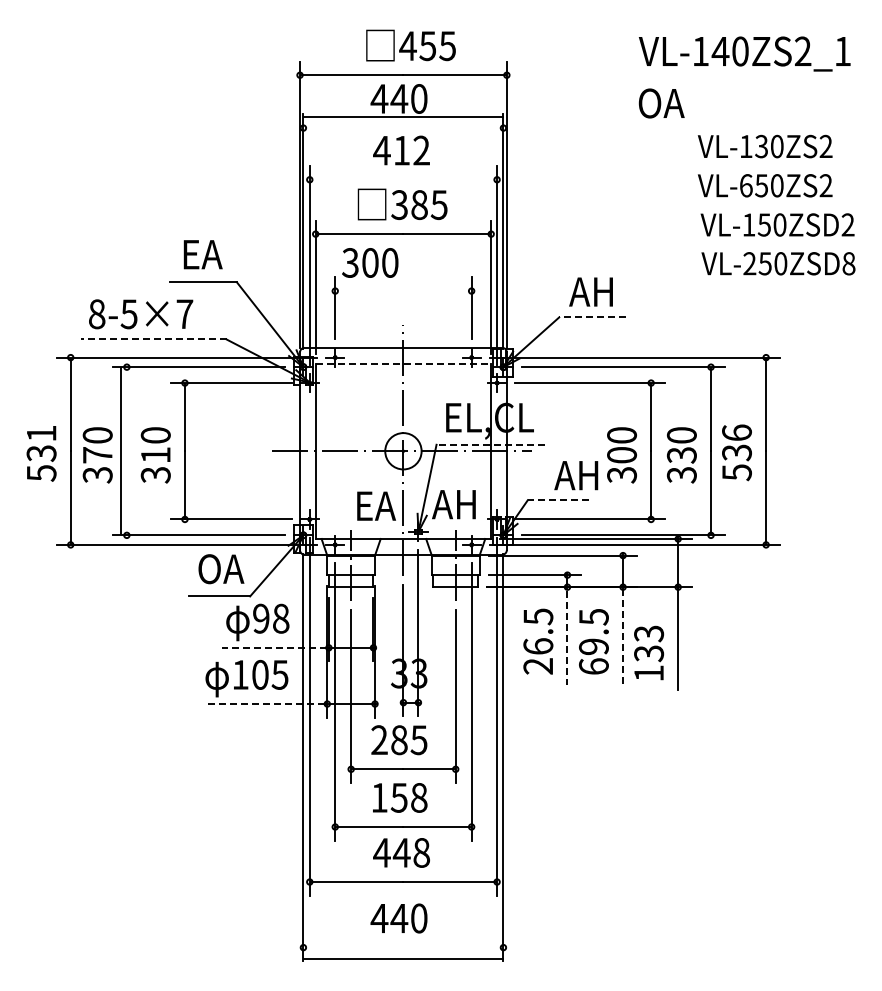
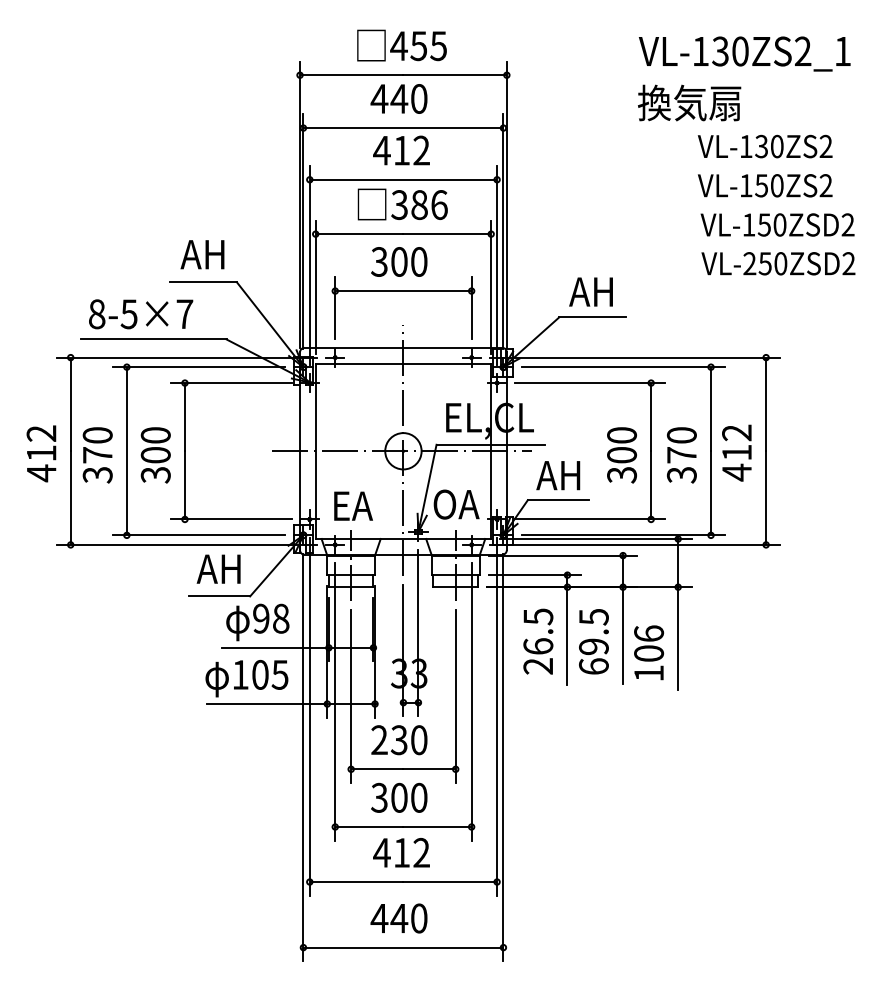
text at (410, 45) position: (410, 45) -> (401, 45)
text at (720, 51): VL-140ZS2_1 -> VL-130ZS2_1
text at (689, 102): OA -> 換気扇
line at (403, 117) position: (403, 117) -> (403, 128)
line at (403, 179): none -> present
text at (746, 185): VL-650ZS2 -> VL-150ZS2
text at (438, 205): 385 -> 386
text at (202, 254): EA -> AH
text at (370, 262) position: (370, 262) -> (399, 261)
text at (848, 263): VL-250ZSD8 -> VL-250ZSD2
line at (403, 291): none -> present
line at (591, 317): dashed -> solid
line at (153, 339): dashed -> solid
line at (403, 363): dashed -> solid
line at (490, 444): dashed -> solid
line at (120, 451) position: (120, 451) -> (126, 451)
text at (736, 452): 536 -> 412
text at (41, 453): 531 -> 412
text at (155, 455): 310 -> 300
text at (681, 455): 330 -> 370
text at (576, 475) position: (576, 475) -> (558, 475)
line at (557, 500): dashed -> solid
text at (455, 504): AH -> OA
text at (376, 505) position: (376, 505) -> (353, 505)
text at (220, 569): OA -> AH
line at (623, 636): dashed -> solid
line at (567, 638): dashed -> solid
text at (649, 643): 133 -> 106
line at (274, 647): dashed -> solid
line at (265, 704): dashed -> solid
text at (408, 740): 285 -> 230
text at (399, 797): 158 -> 300
text at (411, 852): 448 -> 412
line at (403, 958) position: (403, 958) -> (403, 947)
